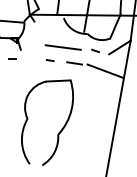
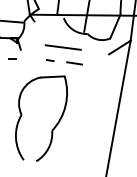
line at (95, 50): present -> none
line at (105, 71): present -> none
part at (58, 132) position: (58, 132) -> (52, 128)
